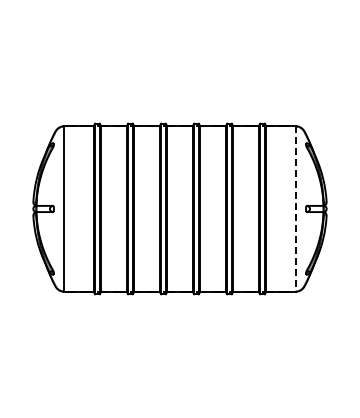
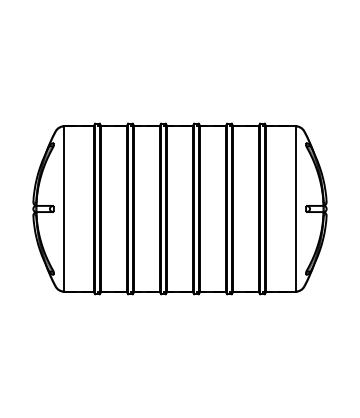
line at (295, 209): dashed -> solid
